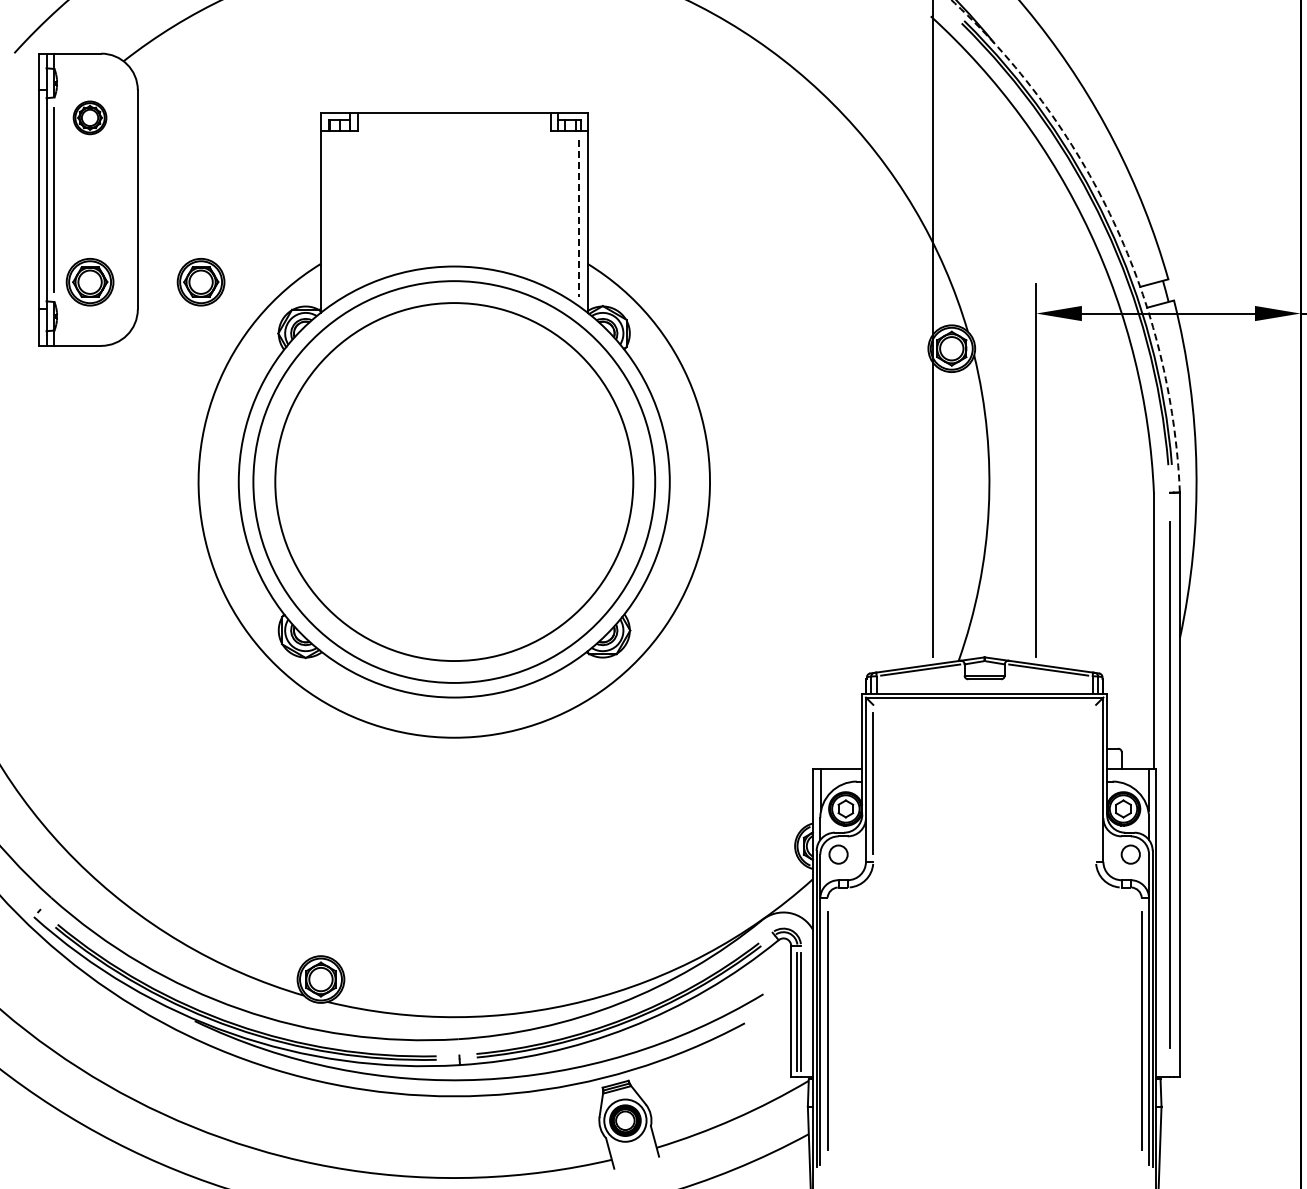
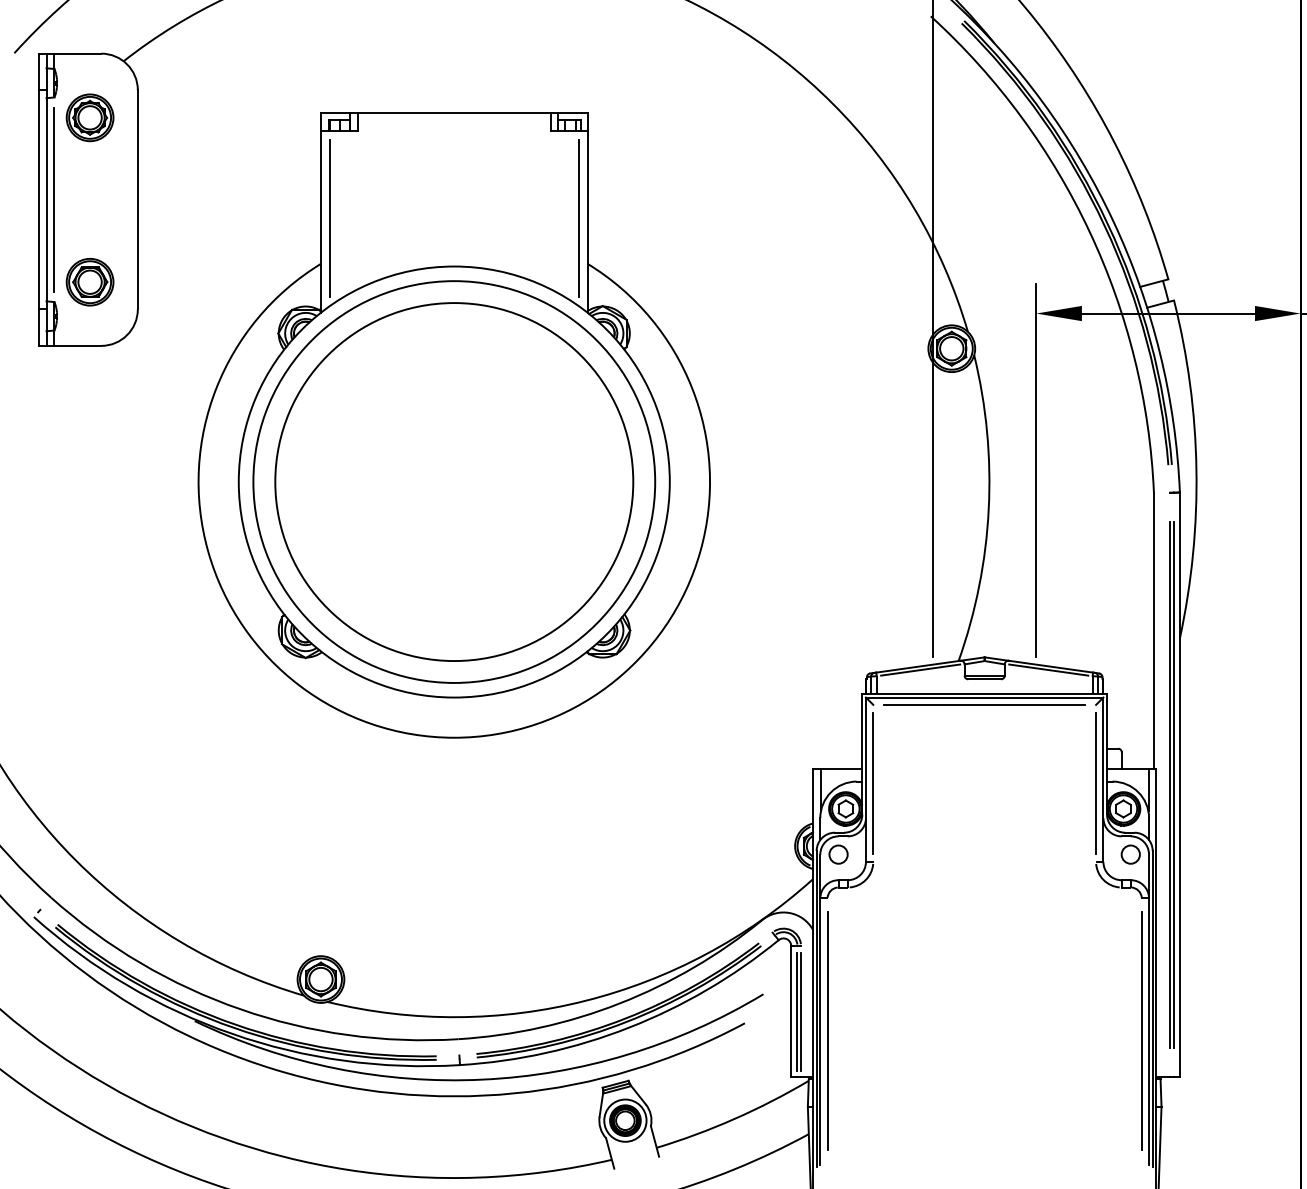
part at (89, 117) size: 36x36 px -> 50x50 px
line at (330, 218): none -> present
line at (578, 218): dashed -> solid
arc at (1114, 223): dashed -> solid
part at (200, 282): present -> none
line at (984, 704): none -> present
line at (1096, 783): none -> present
line at (1173, 785): none -> present
